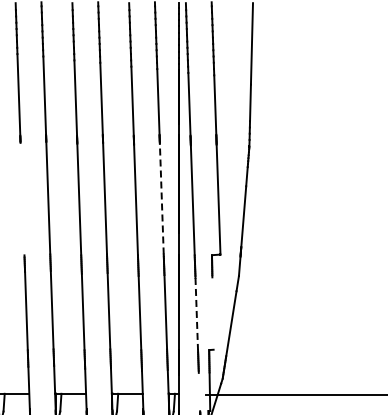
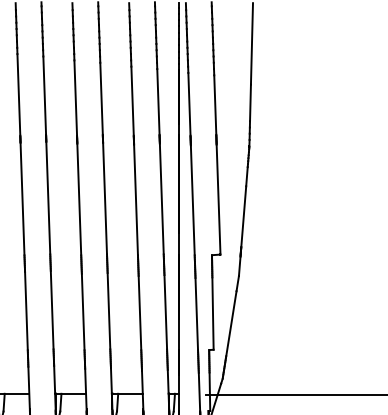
line at (22, 198): none -> present
line at (161, 198): dashed -> solid
line at (212, 313): none -> present
line at (196, 314): dashed -> solid
line at (199, 391): none -> present
